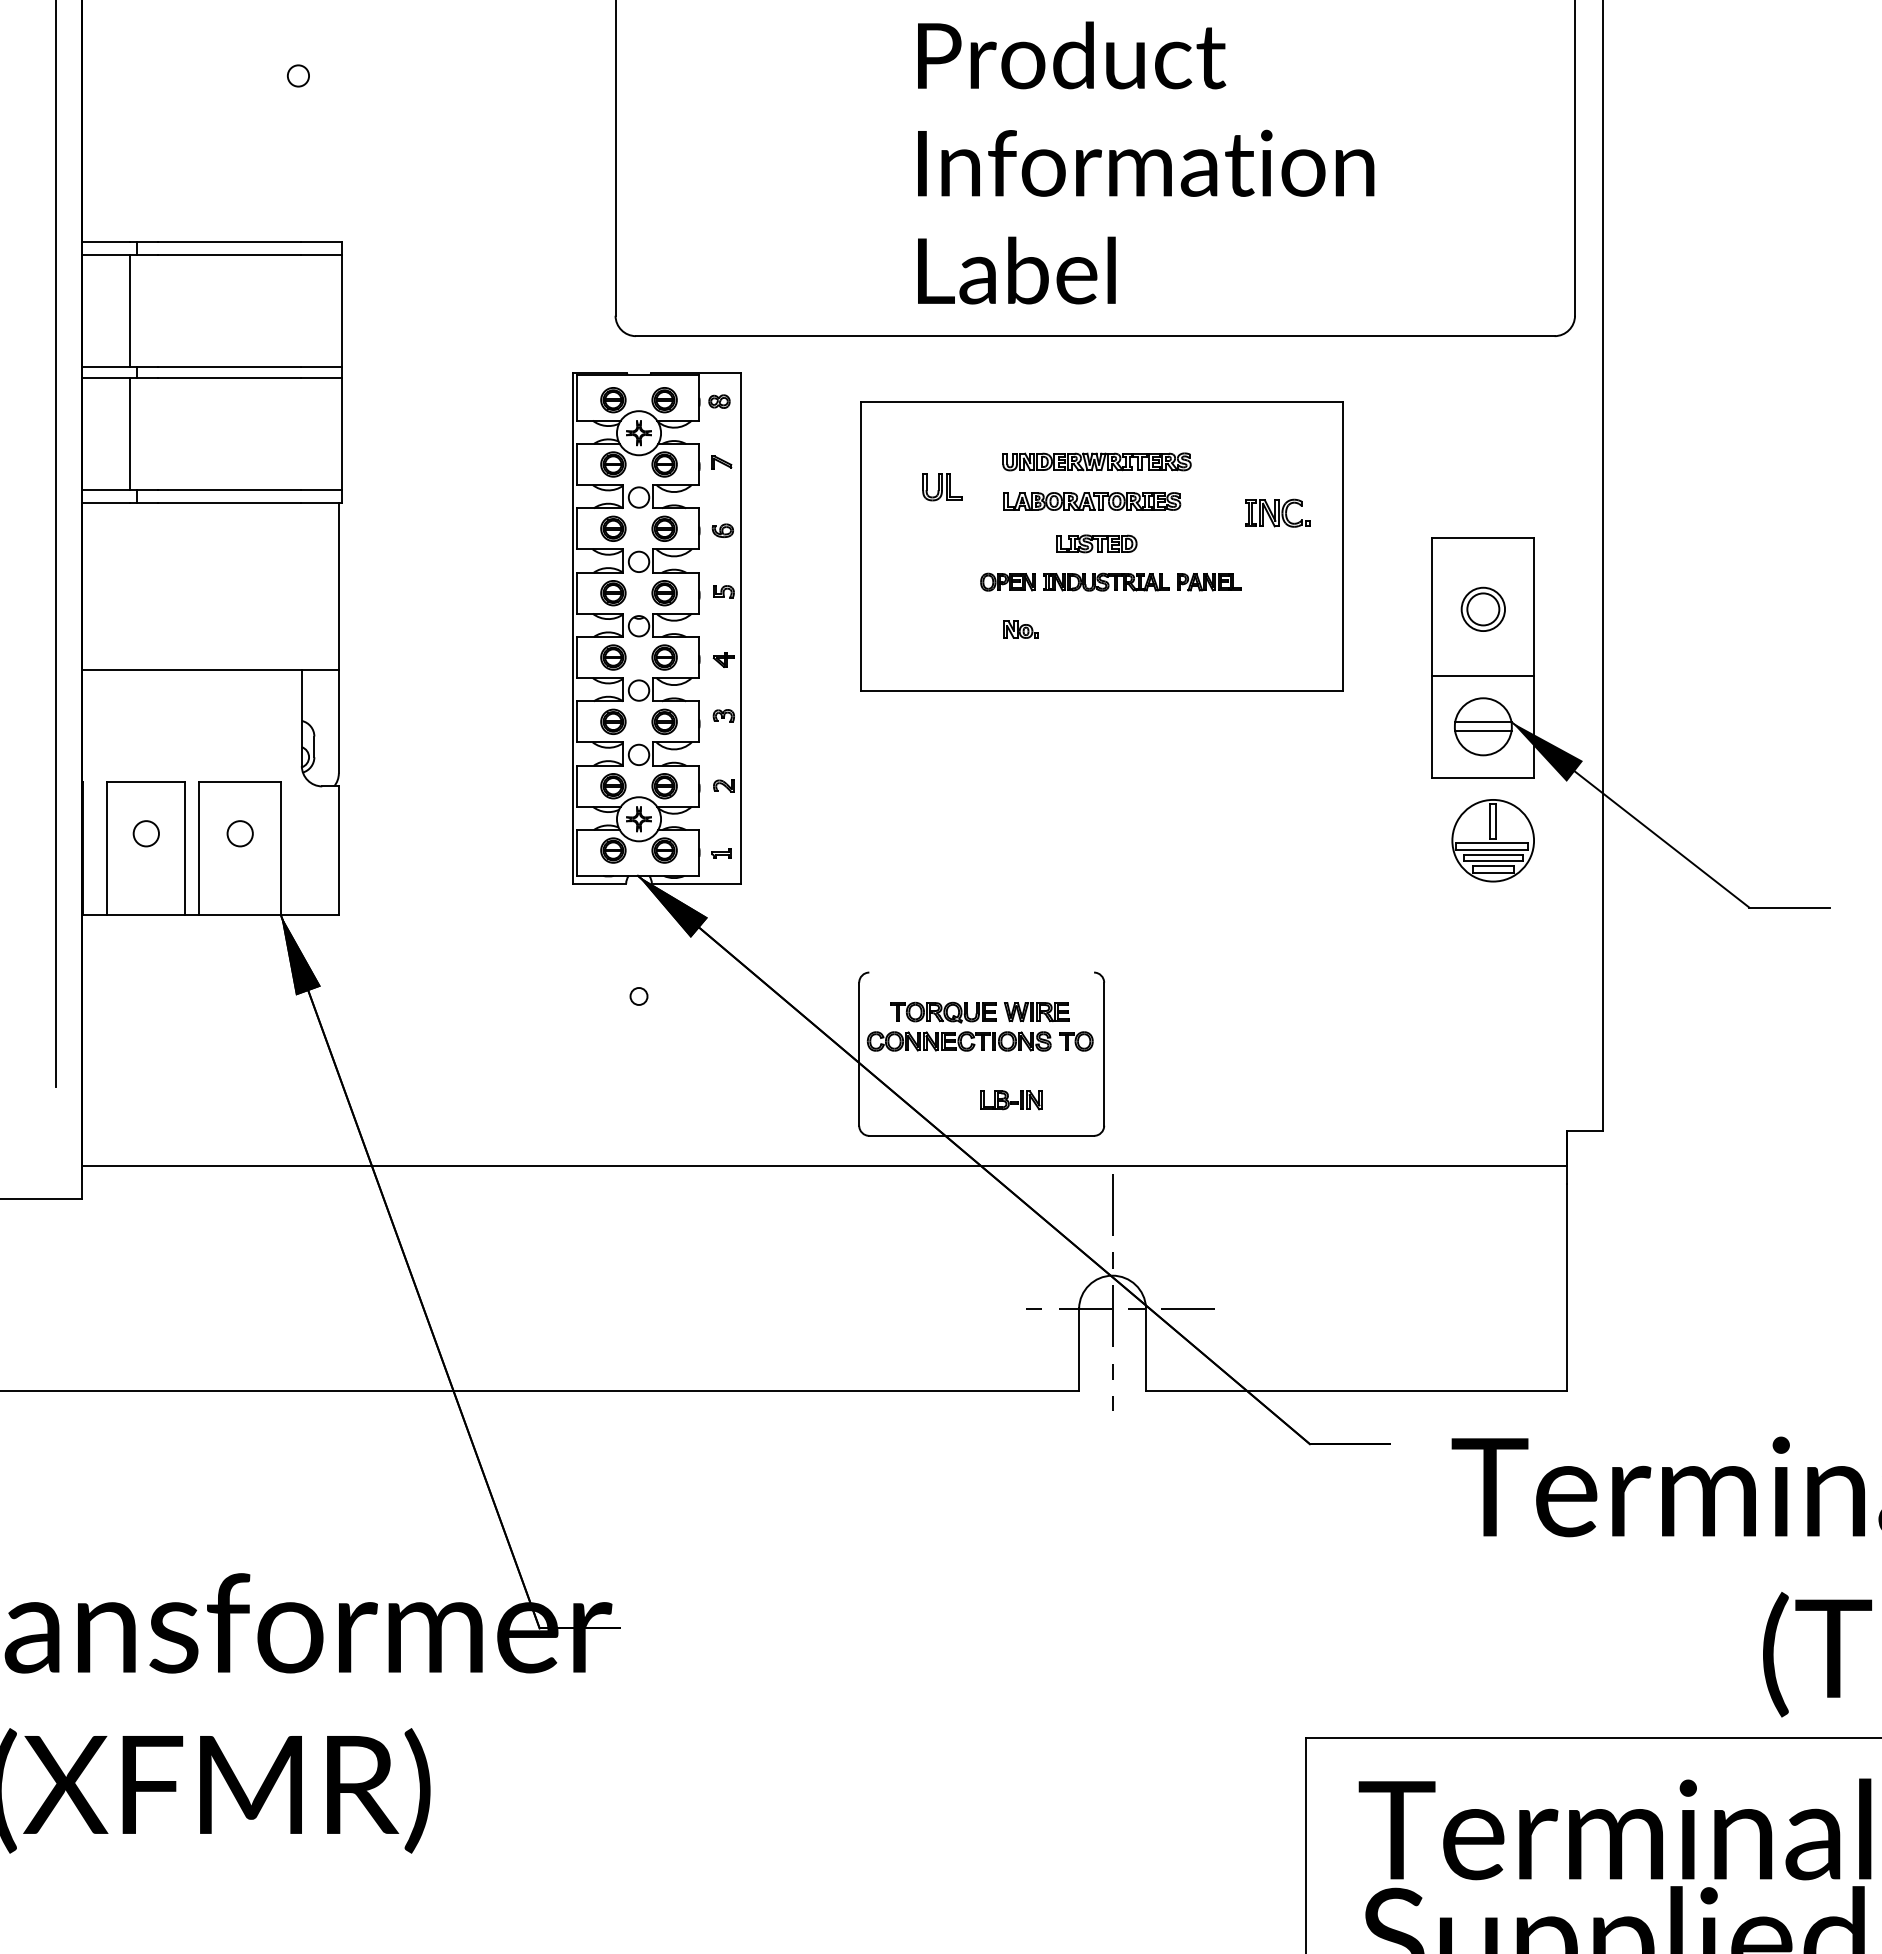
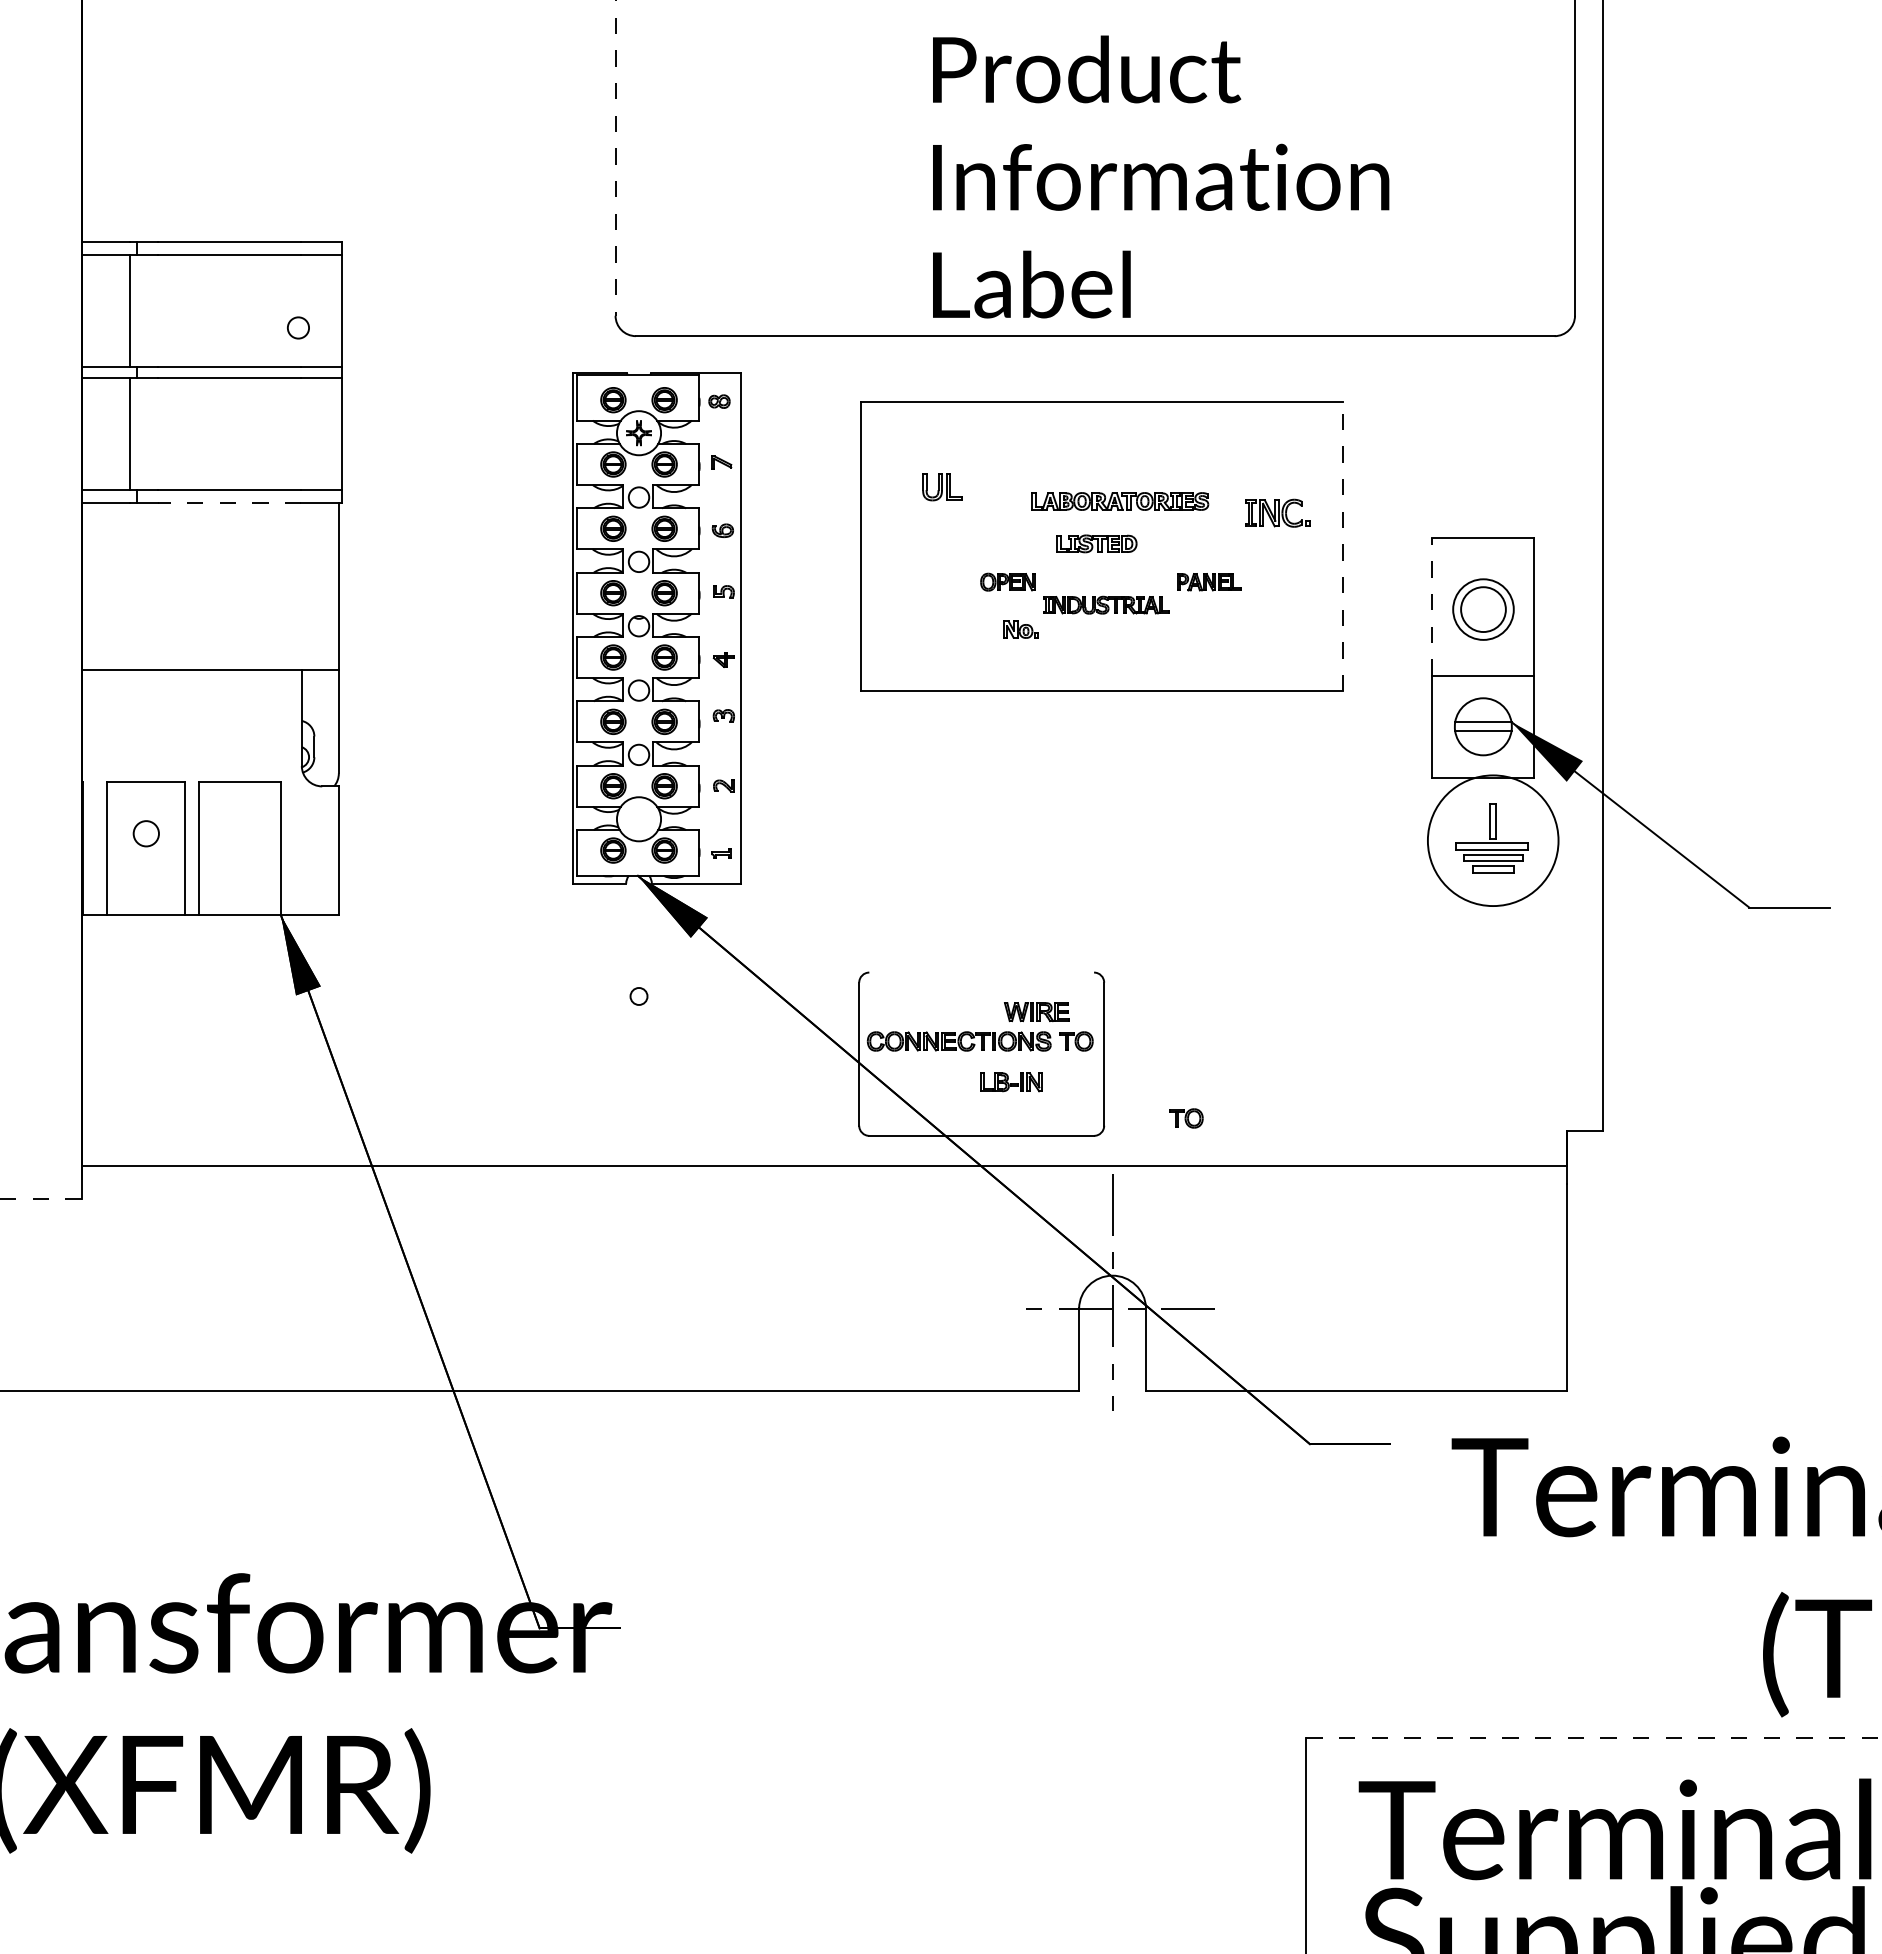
circle at (298, 75) position: (298, 75) -> (298, 327)
line at (615, 158): solid -> dashed
text at (1146, 162) position: (1146, 162) -> (1161, 176)
part at (1096, 461): present -> none
part at (1092, 501) position: (1092, 501) -> (1120, 501)
line at (229, 503): solid -> dashed
line at (56, 544): present -> none
line at (1342, 546): solid -> dashed
part at (1106, 581) position: (1106, 581) -> (1106, 604)
line at (1432, 606): solid -> dashed
part at (1482, 608) size: 46x46 px -> 63x63 px
part at (638, 819): present -> none
circle at (239, 833): present -> none
circle at (1493, 840) diameter: 82 px -> 131 px
part at (943, 1012): present -> none
part at (1011, 1100) position: (1011, 1100) -> (1011, 1082)
part at (1186, 1118): none -> present
line at (40, 1199): solid -> dashed
line at (1594, 1738): solid -> dashed
